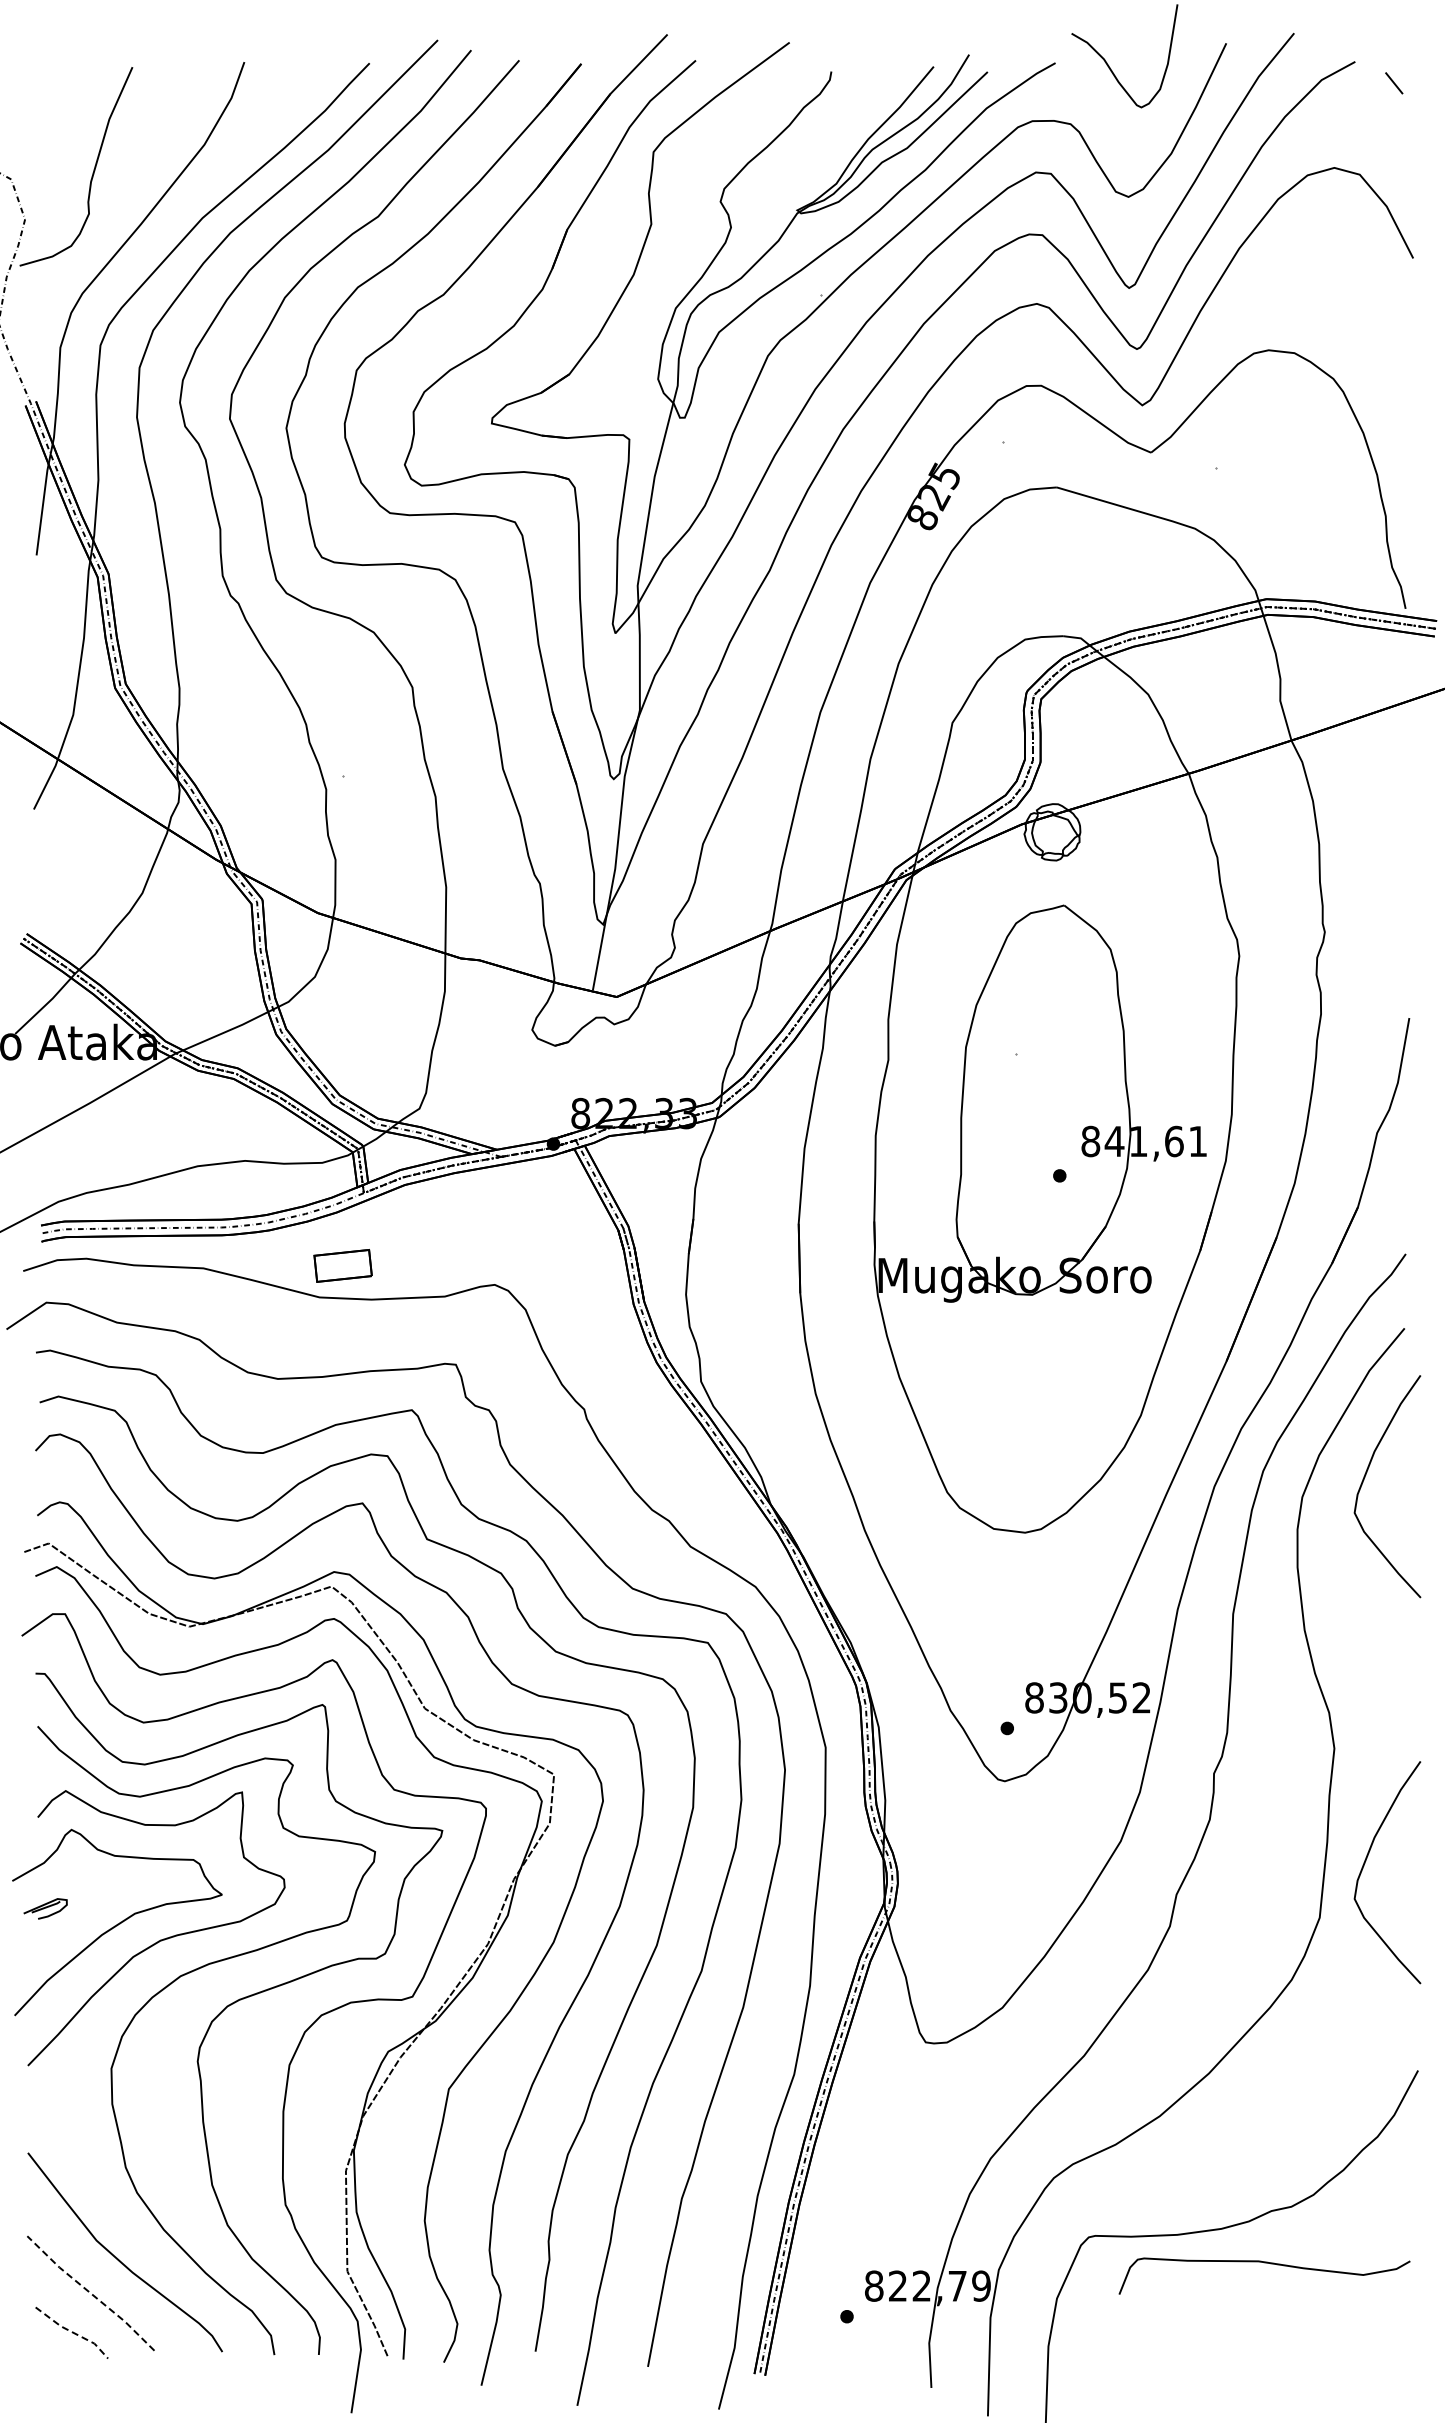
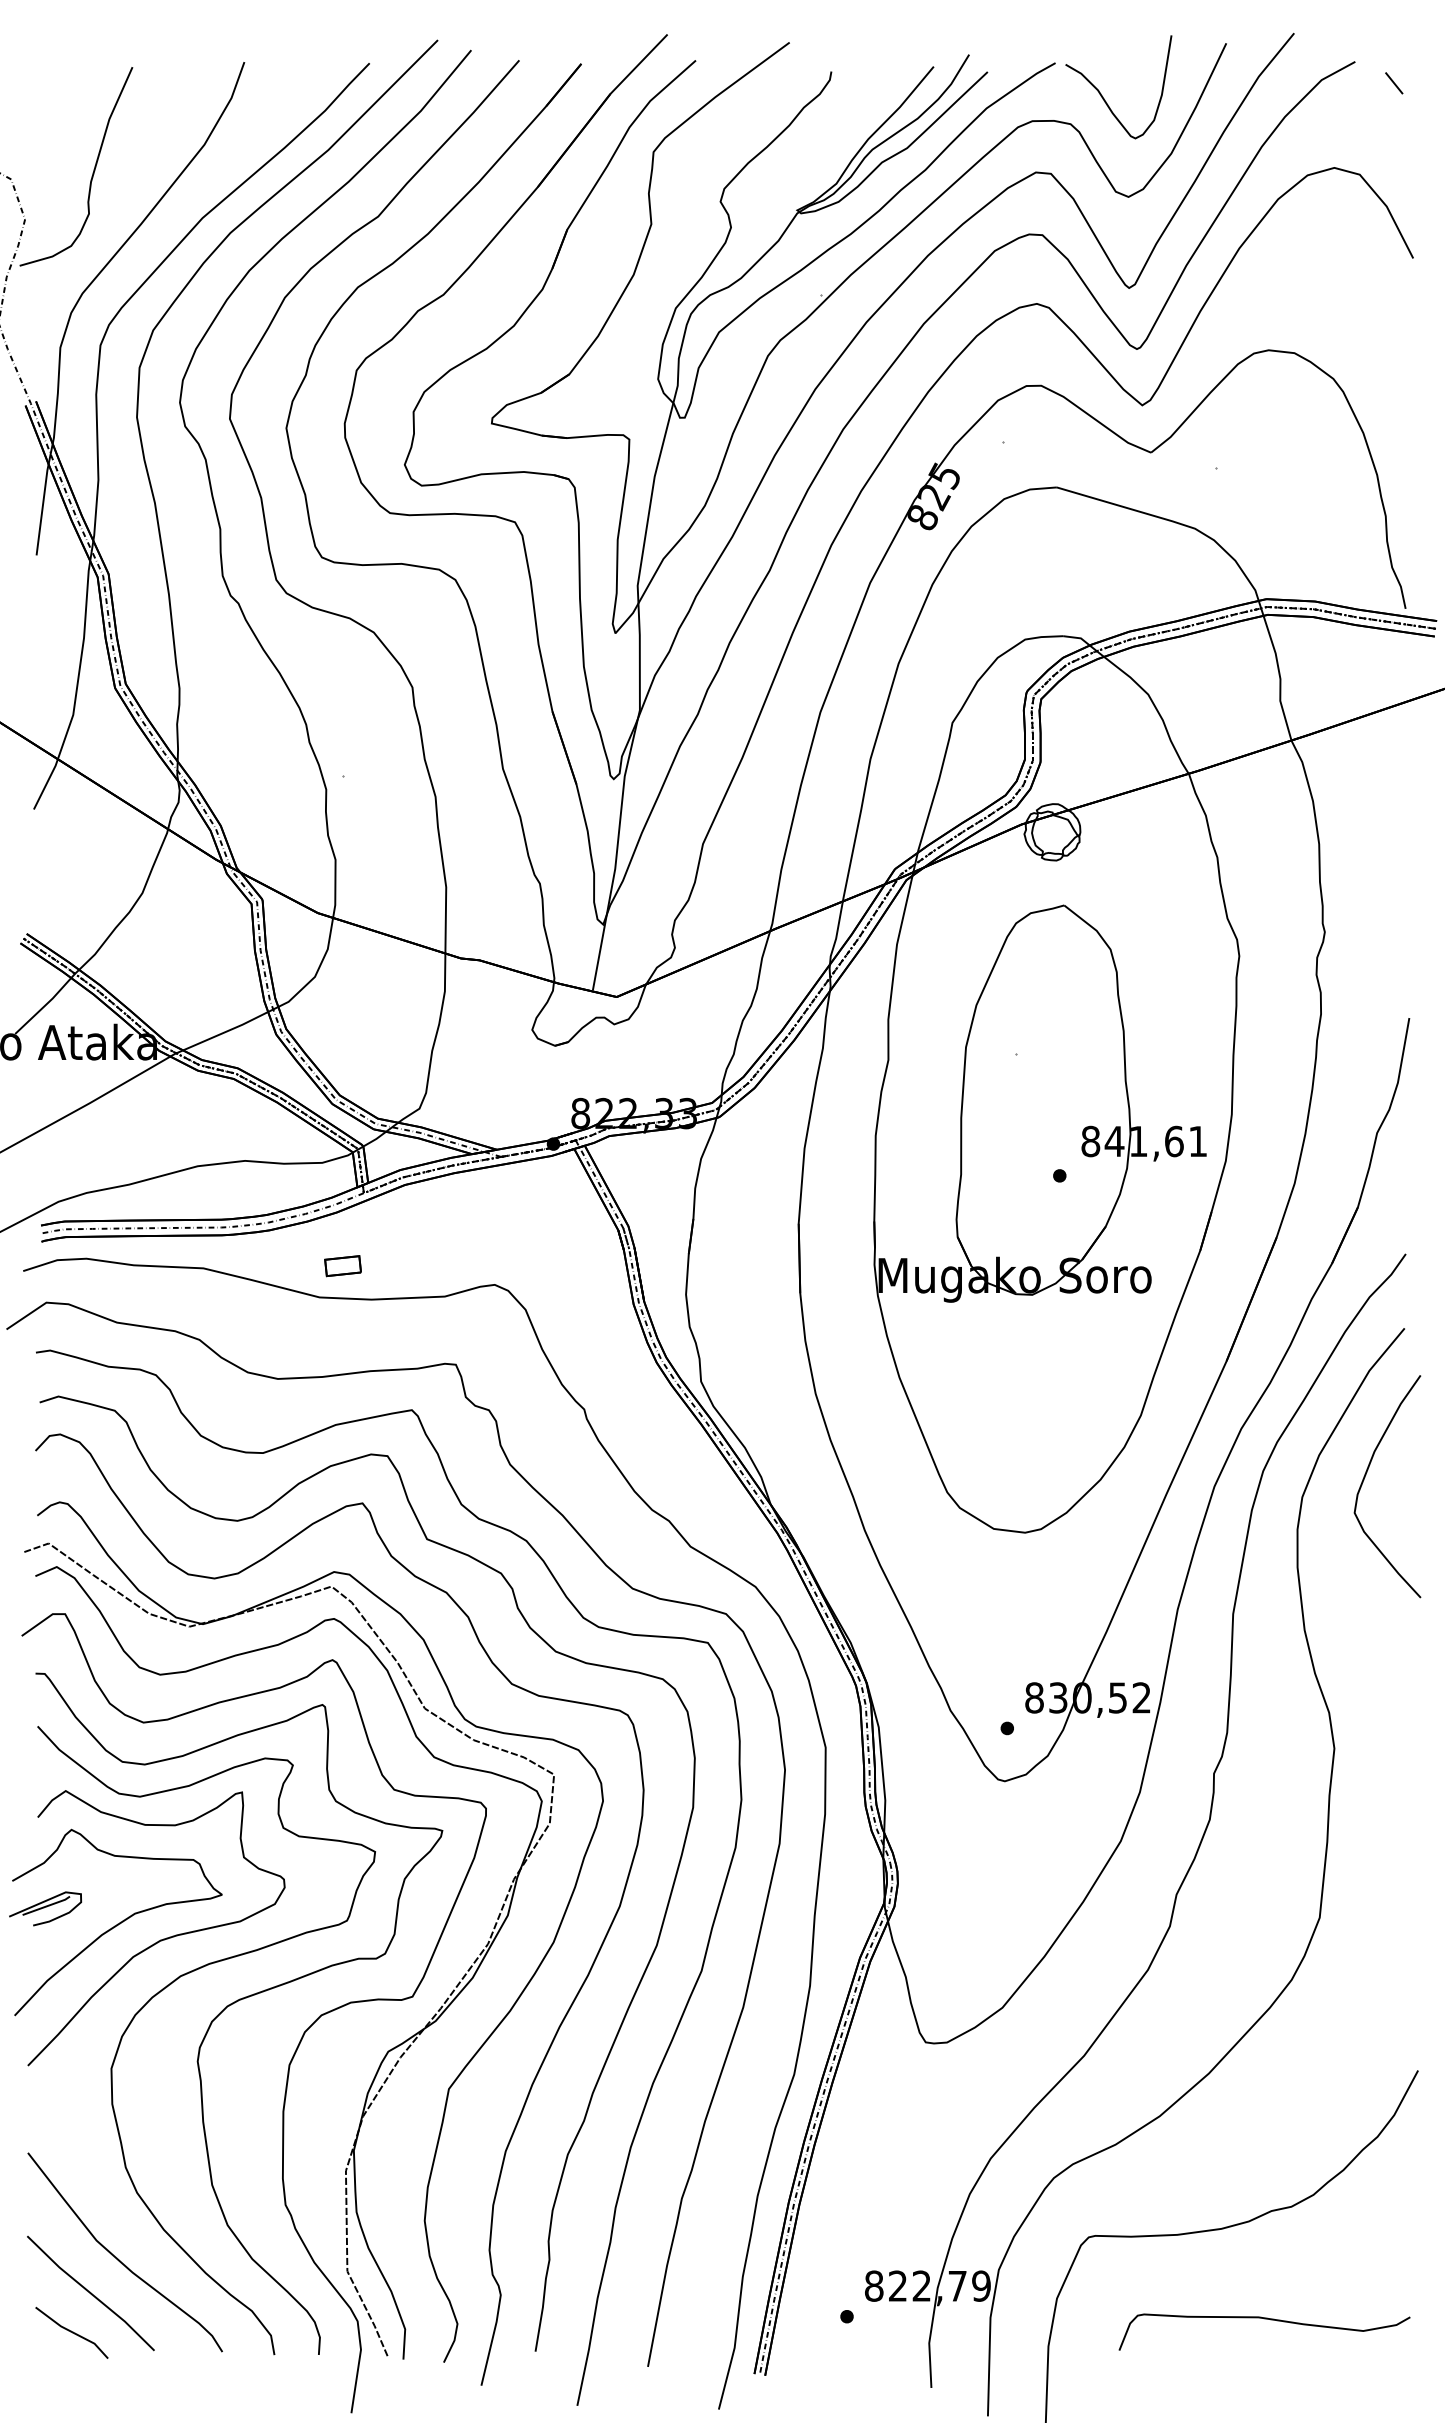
curve at (1109, 65) position: (1109, 65) -> (1103, 96)
part at (342, 1265) size: 60x34 px -> 38x23 px
curve at (1366, 1861): present -> none
part at (45, 1908) size: 45x22 px -> 73x36 px
curve at (1264, 2263) position: (1264, 2263) -> (1264, 2319)
line at (91, 2293): dashed -> solid
line at (73, 2332): dashed -> solid
